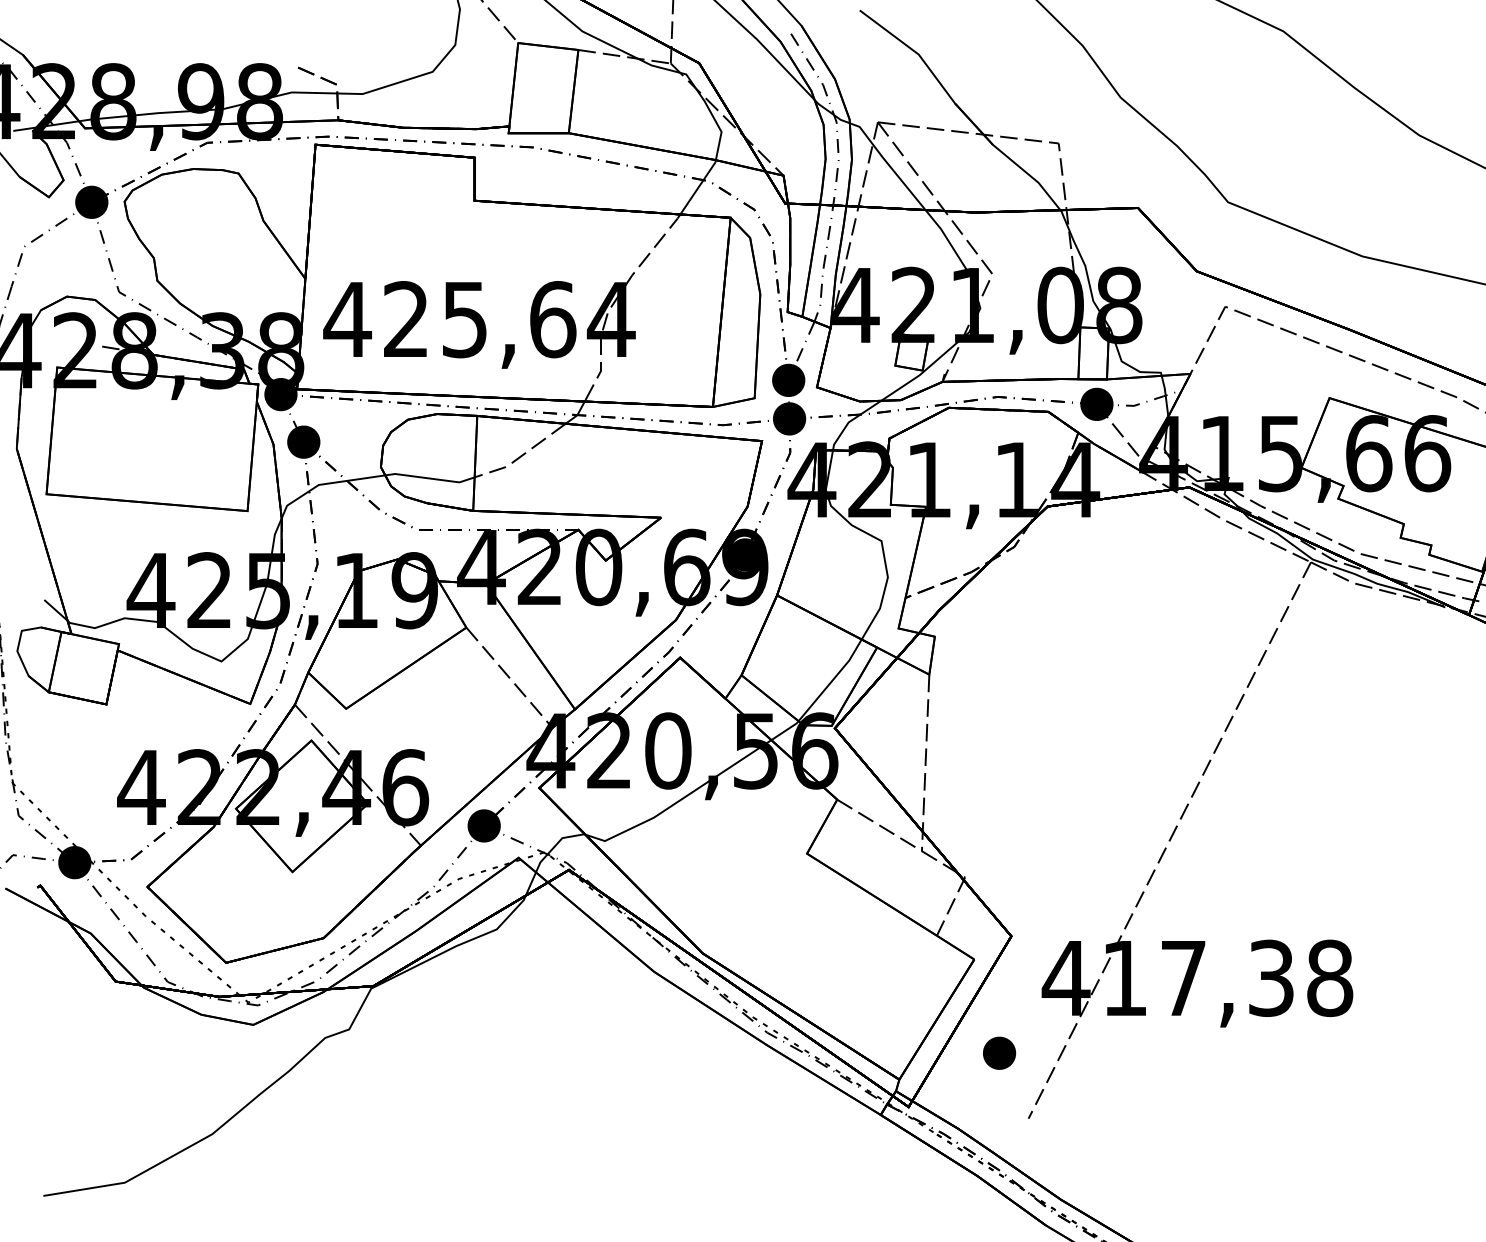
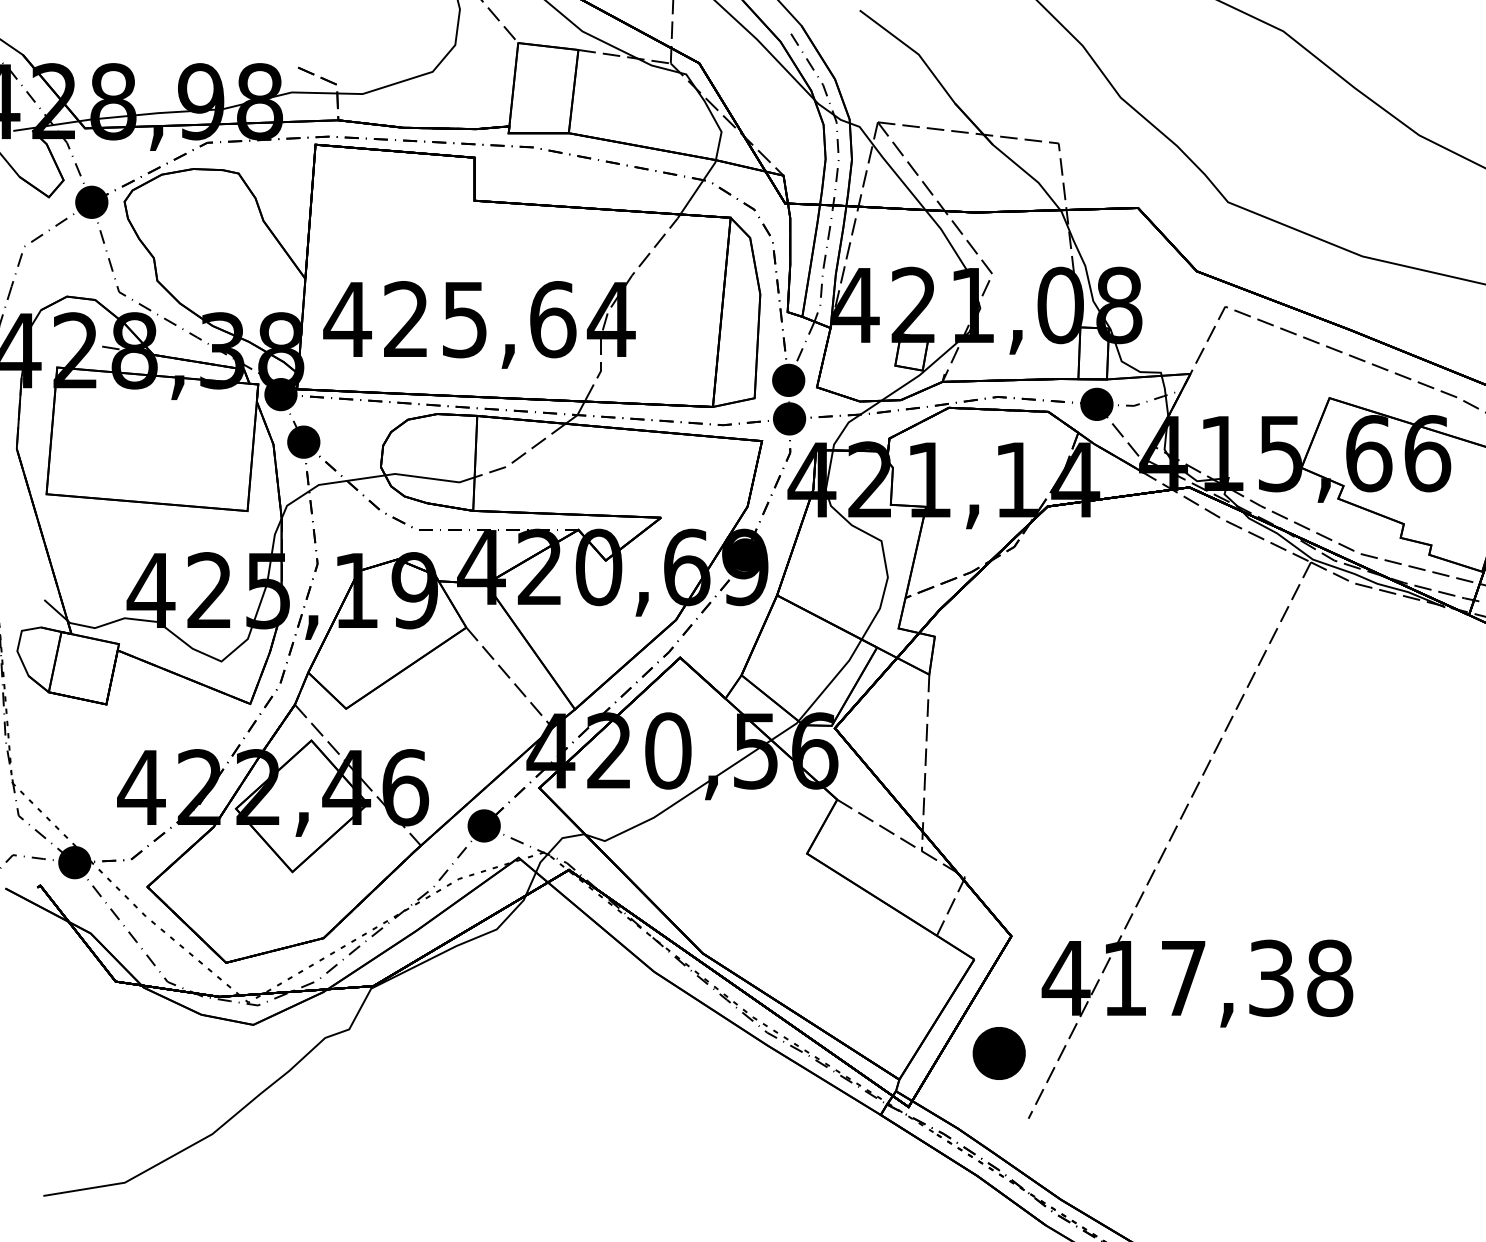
part at (999, 1052) size: 34x34 px -> 54x53 px
